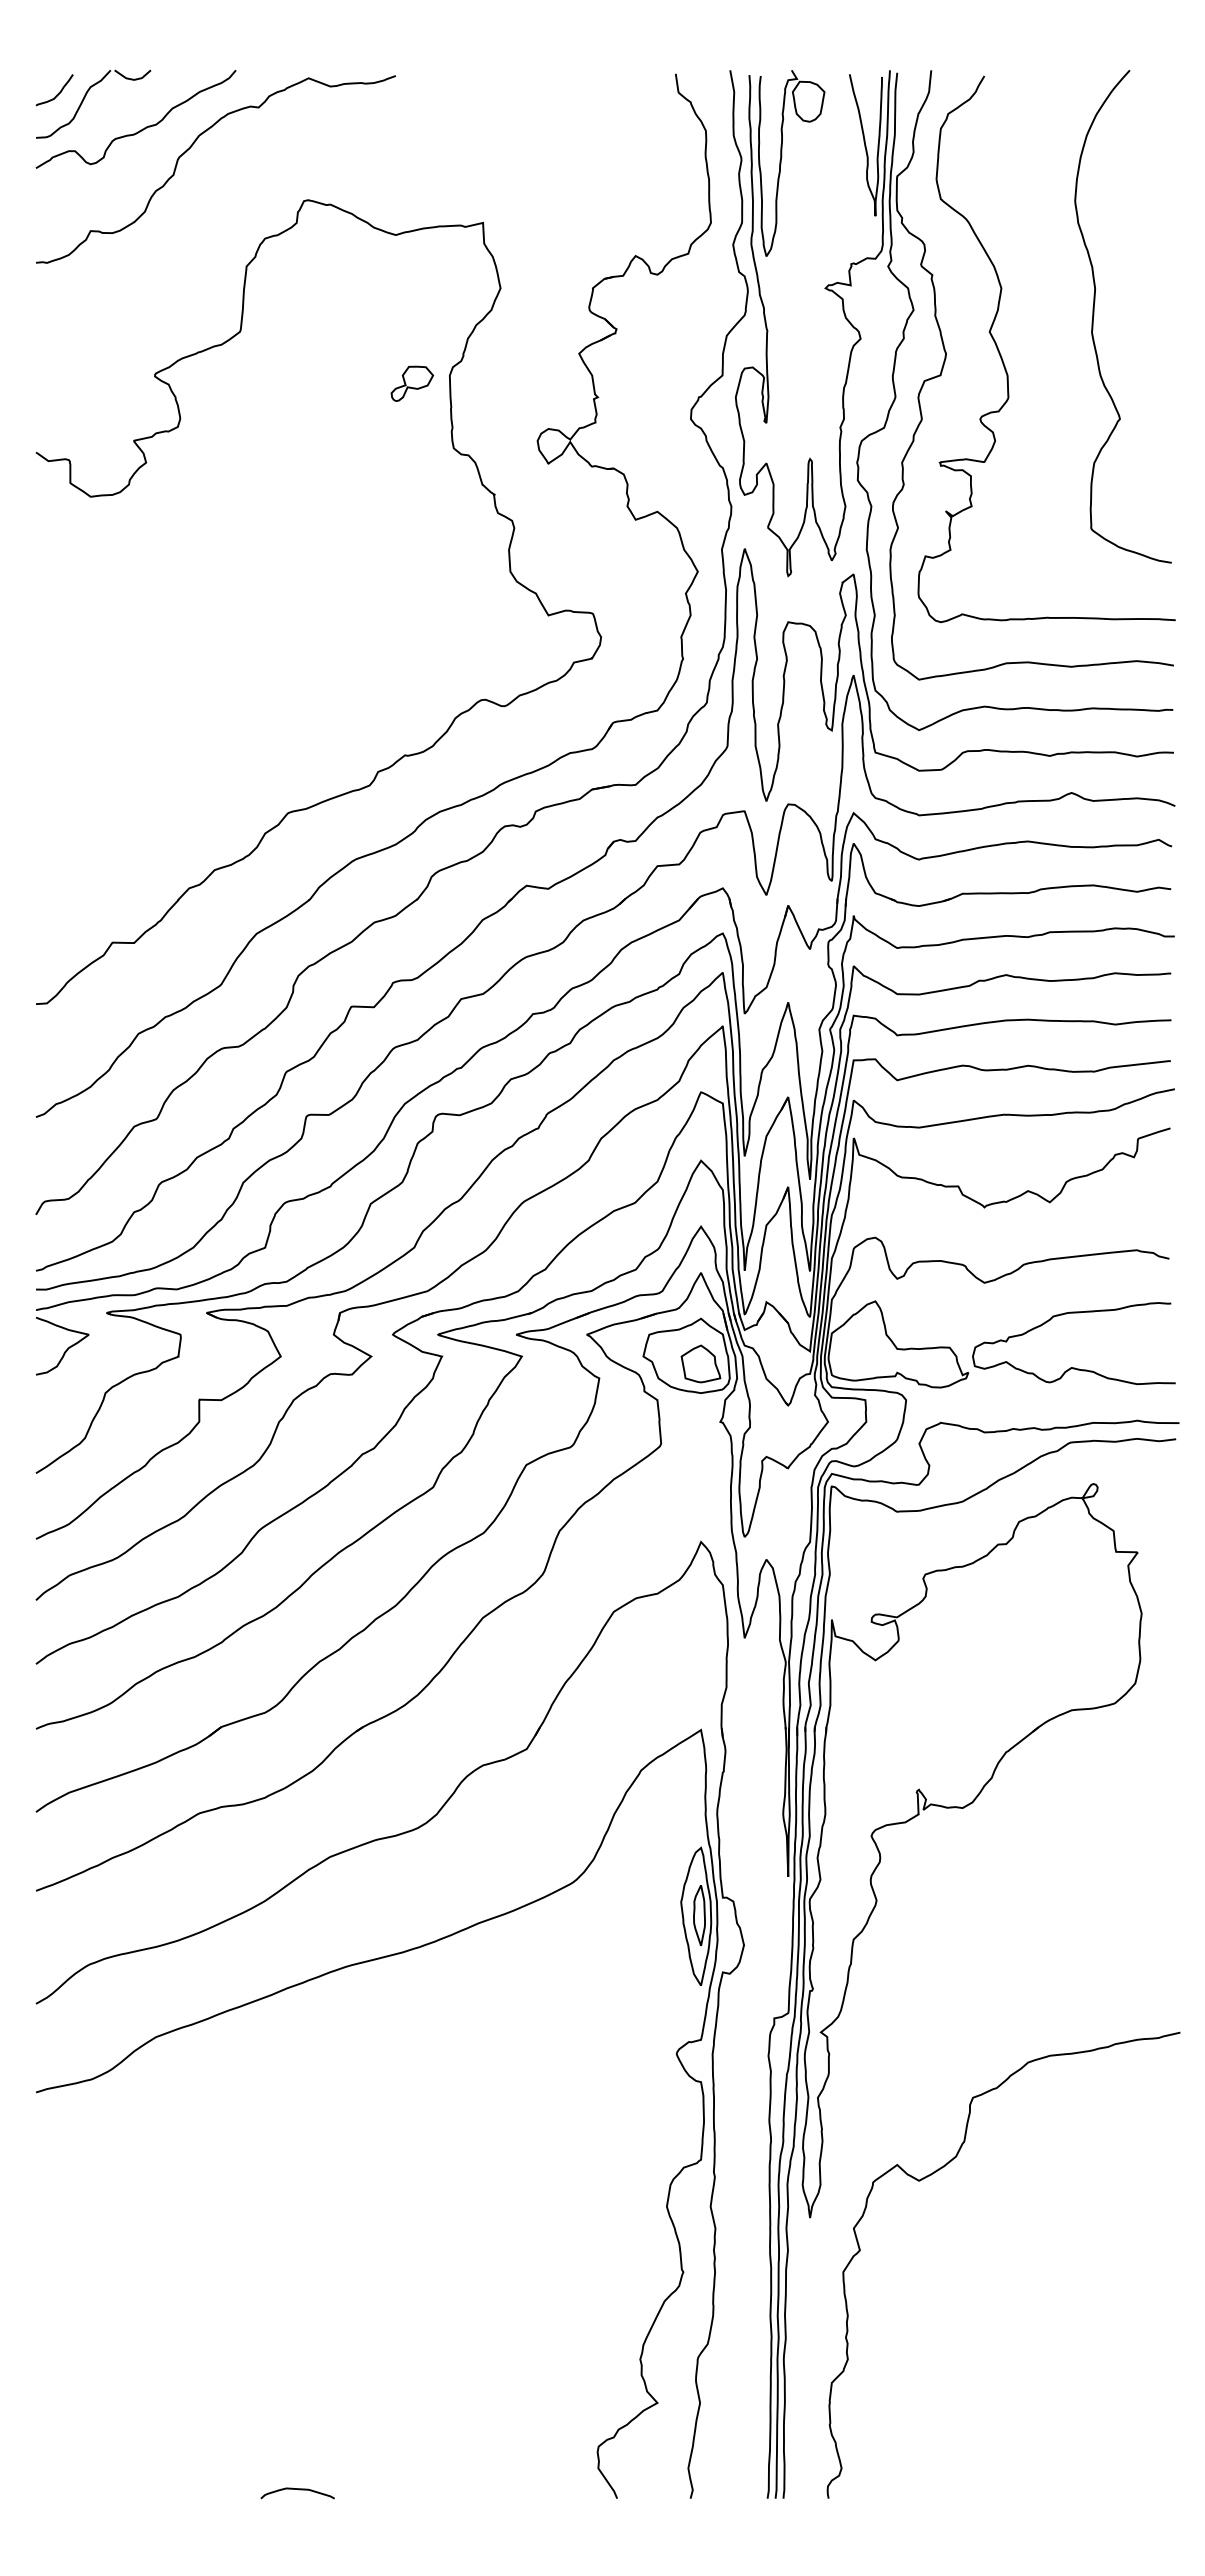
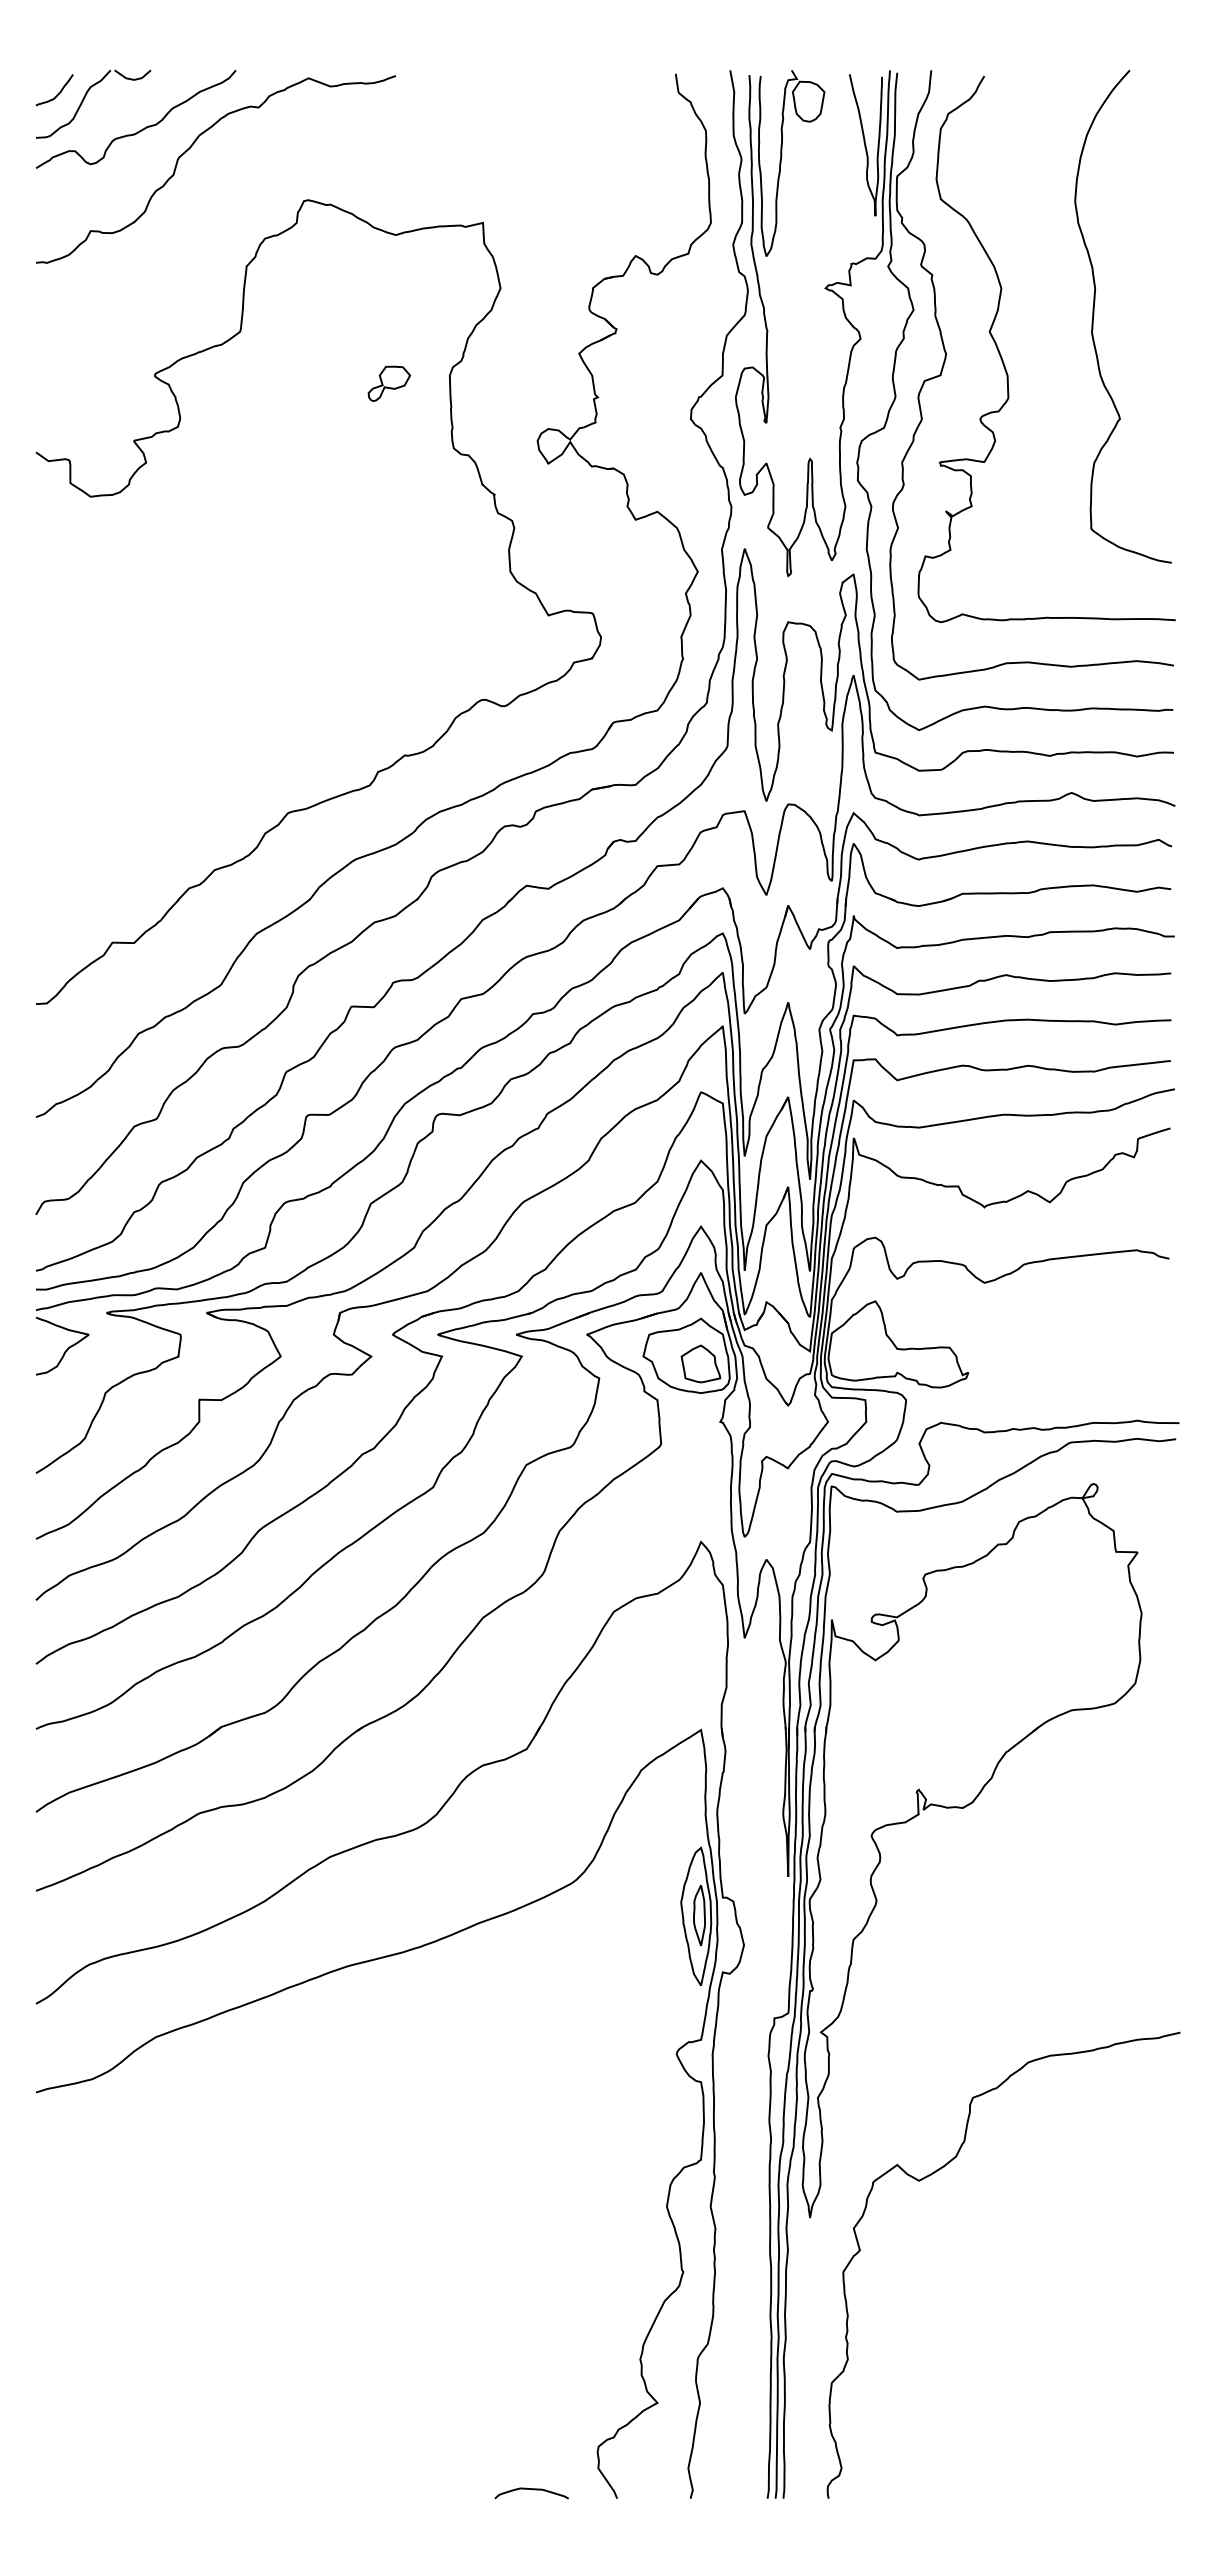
part at (412, 383) position: (412, 383) -> (389, 383)
curve at (1073, 1367): present -> none
curve at (298, 2490) position: (298, 2490) -> (532, 2490)
